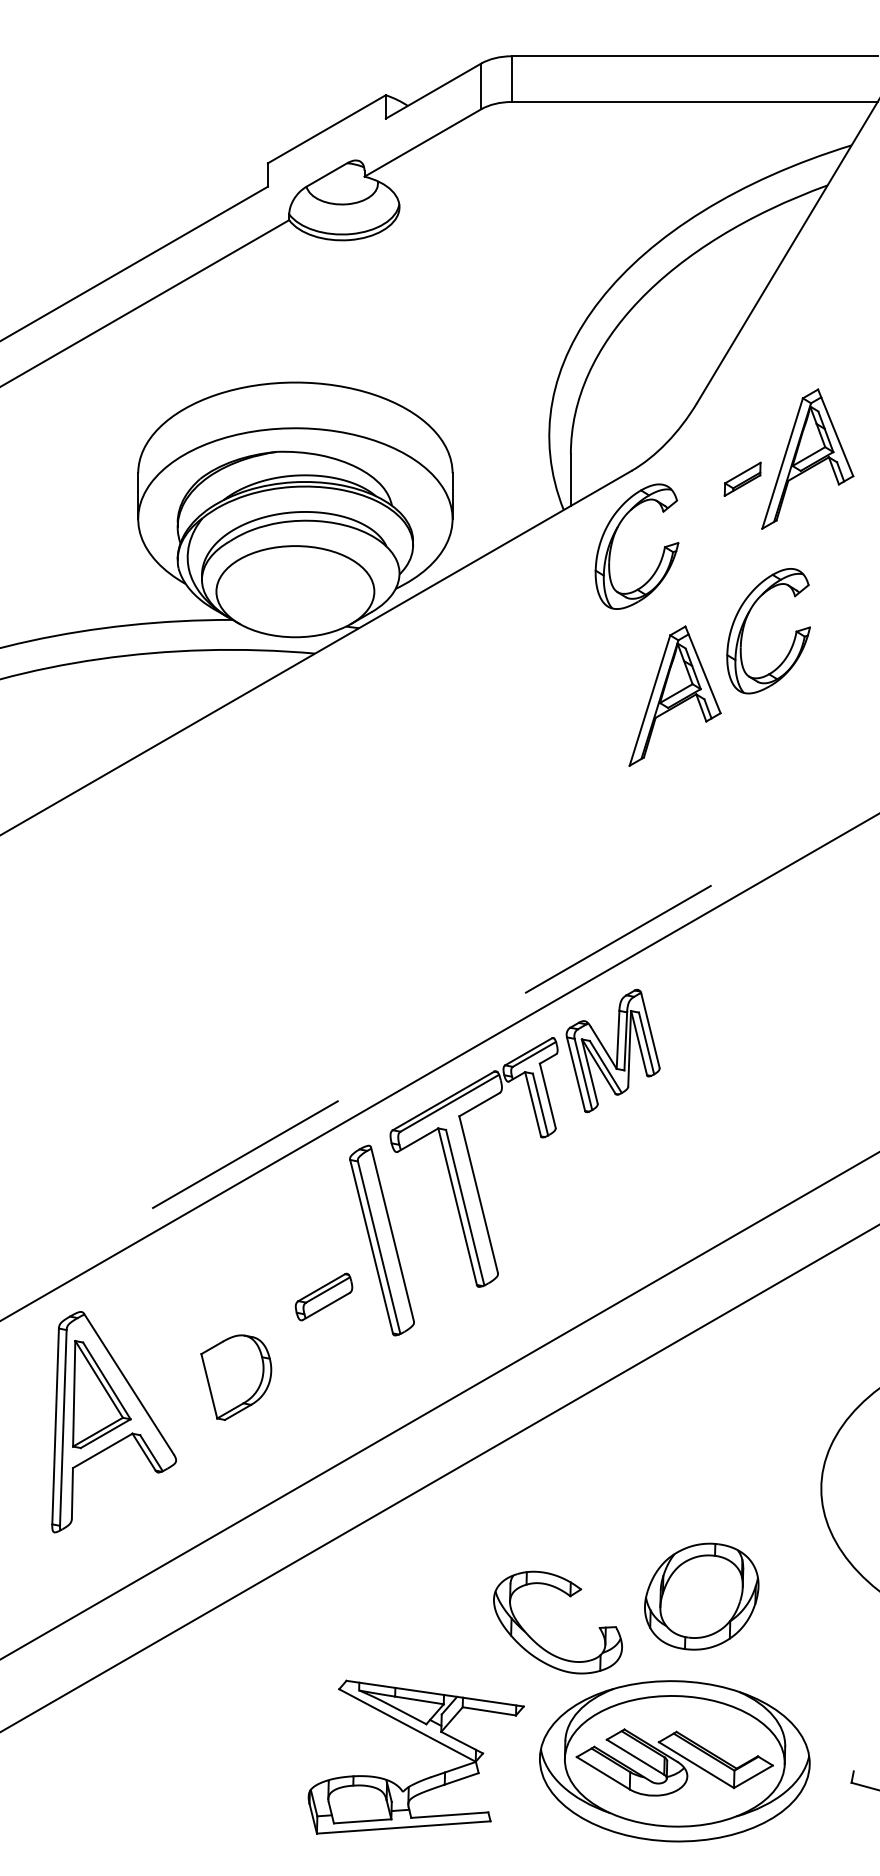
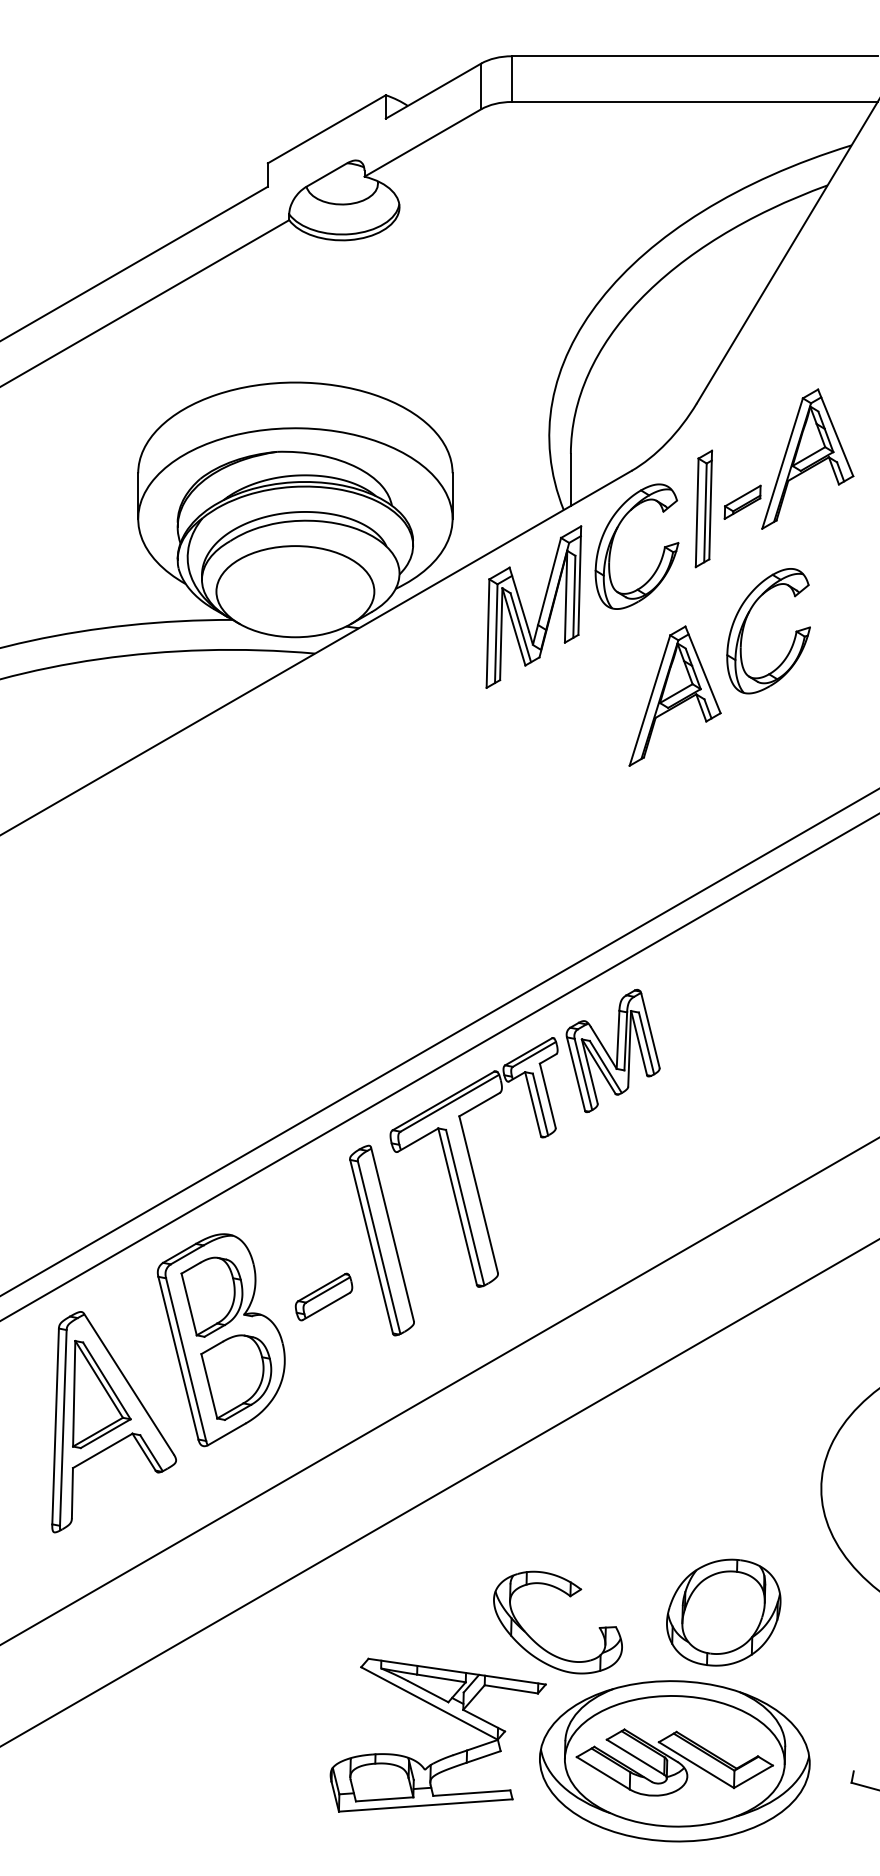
part at (742, 478) position: (742, 478) -> (742, 501)
part at (703, 508): none -> present
part at (541, 607): none -> present
line at (439, 1042): dashed -> solid
part at (220, 1340): none -> present
line at (439, 1405) position: (439, 1405) -> (439, 1391)
line at (439, 1478) position: (439, 1478) -> (439, 1492)
part at (701, 1596) position: (701, 1596) -> (723, 1612)
part at (425, 1736) position: (425, 1736) -> (447, 1714)
